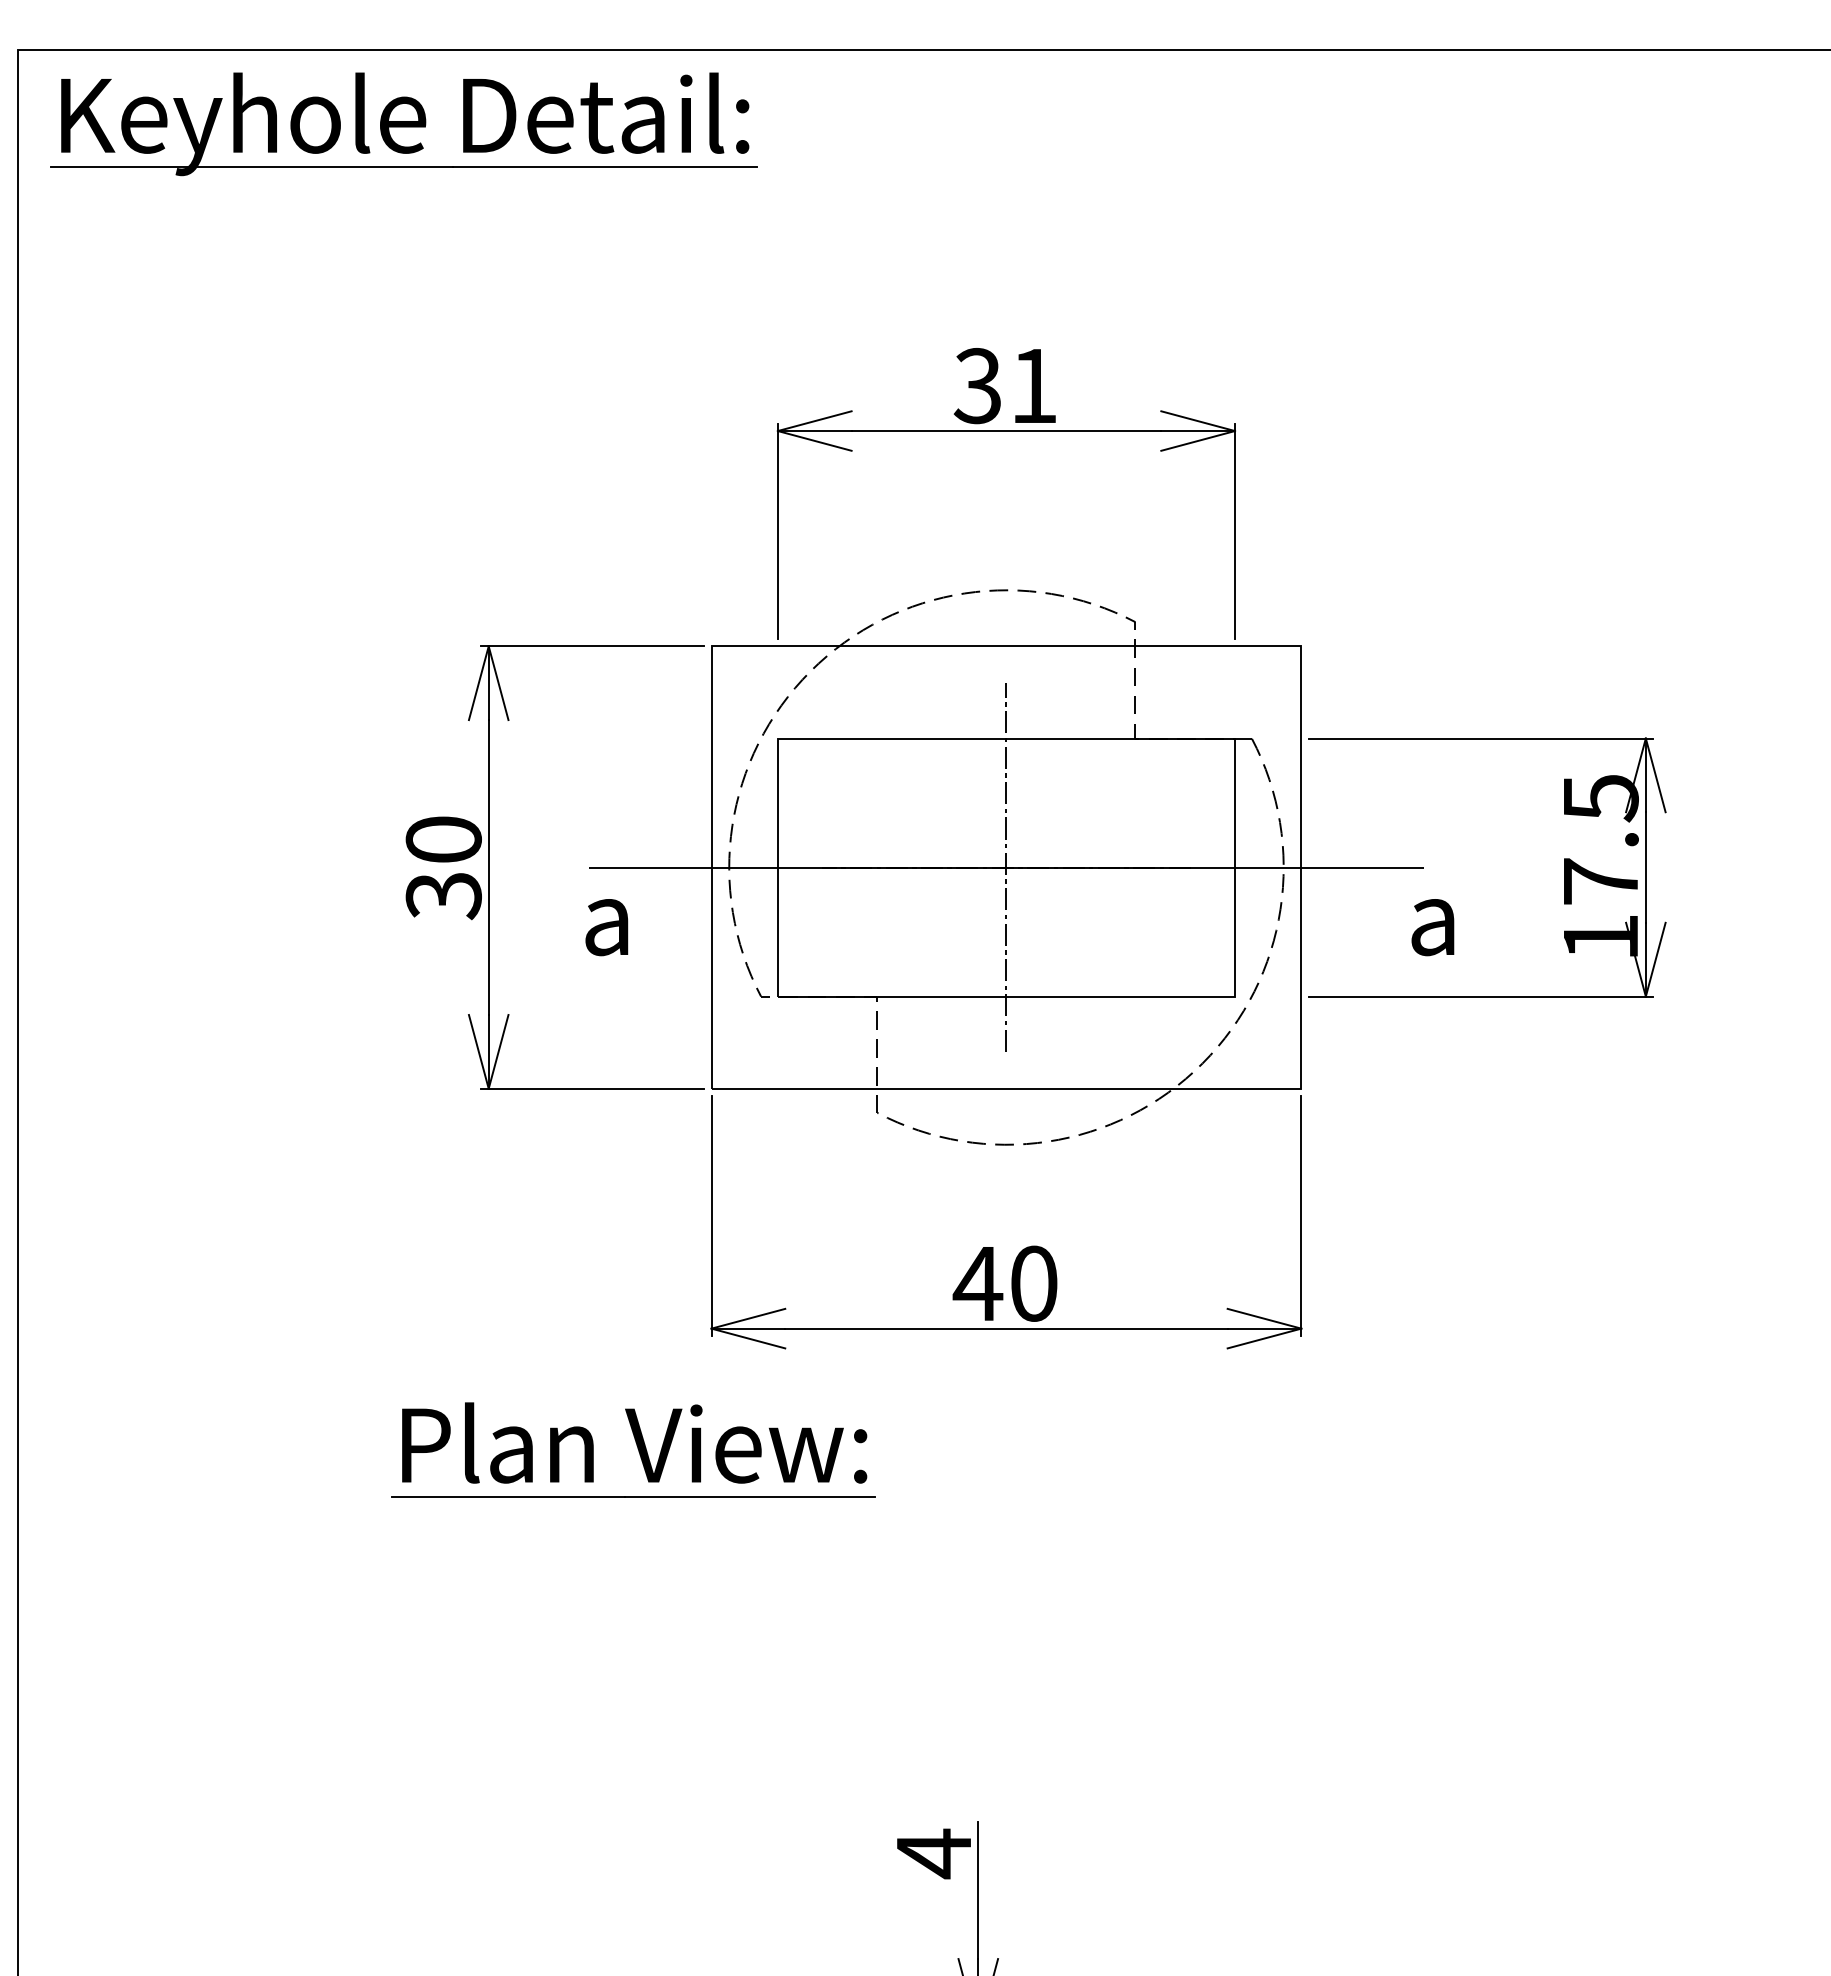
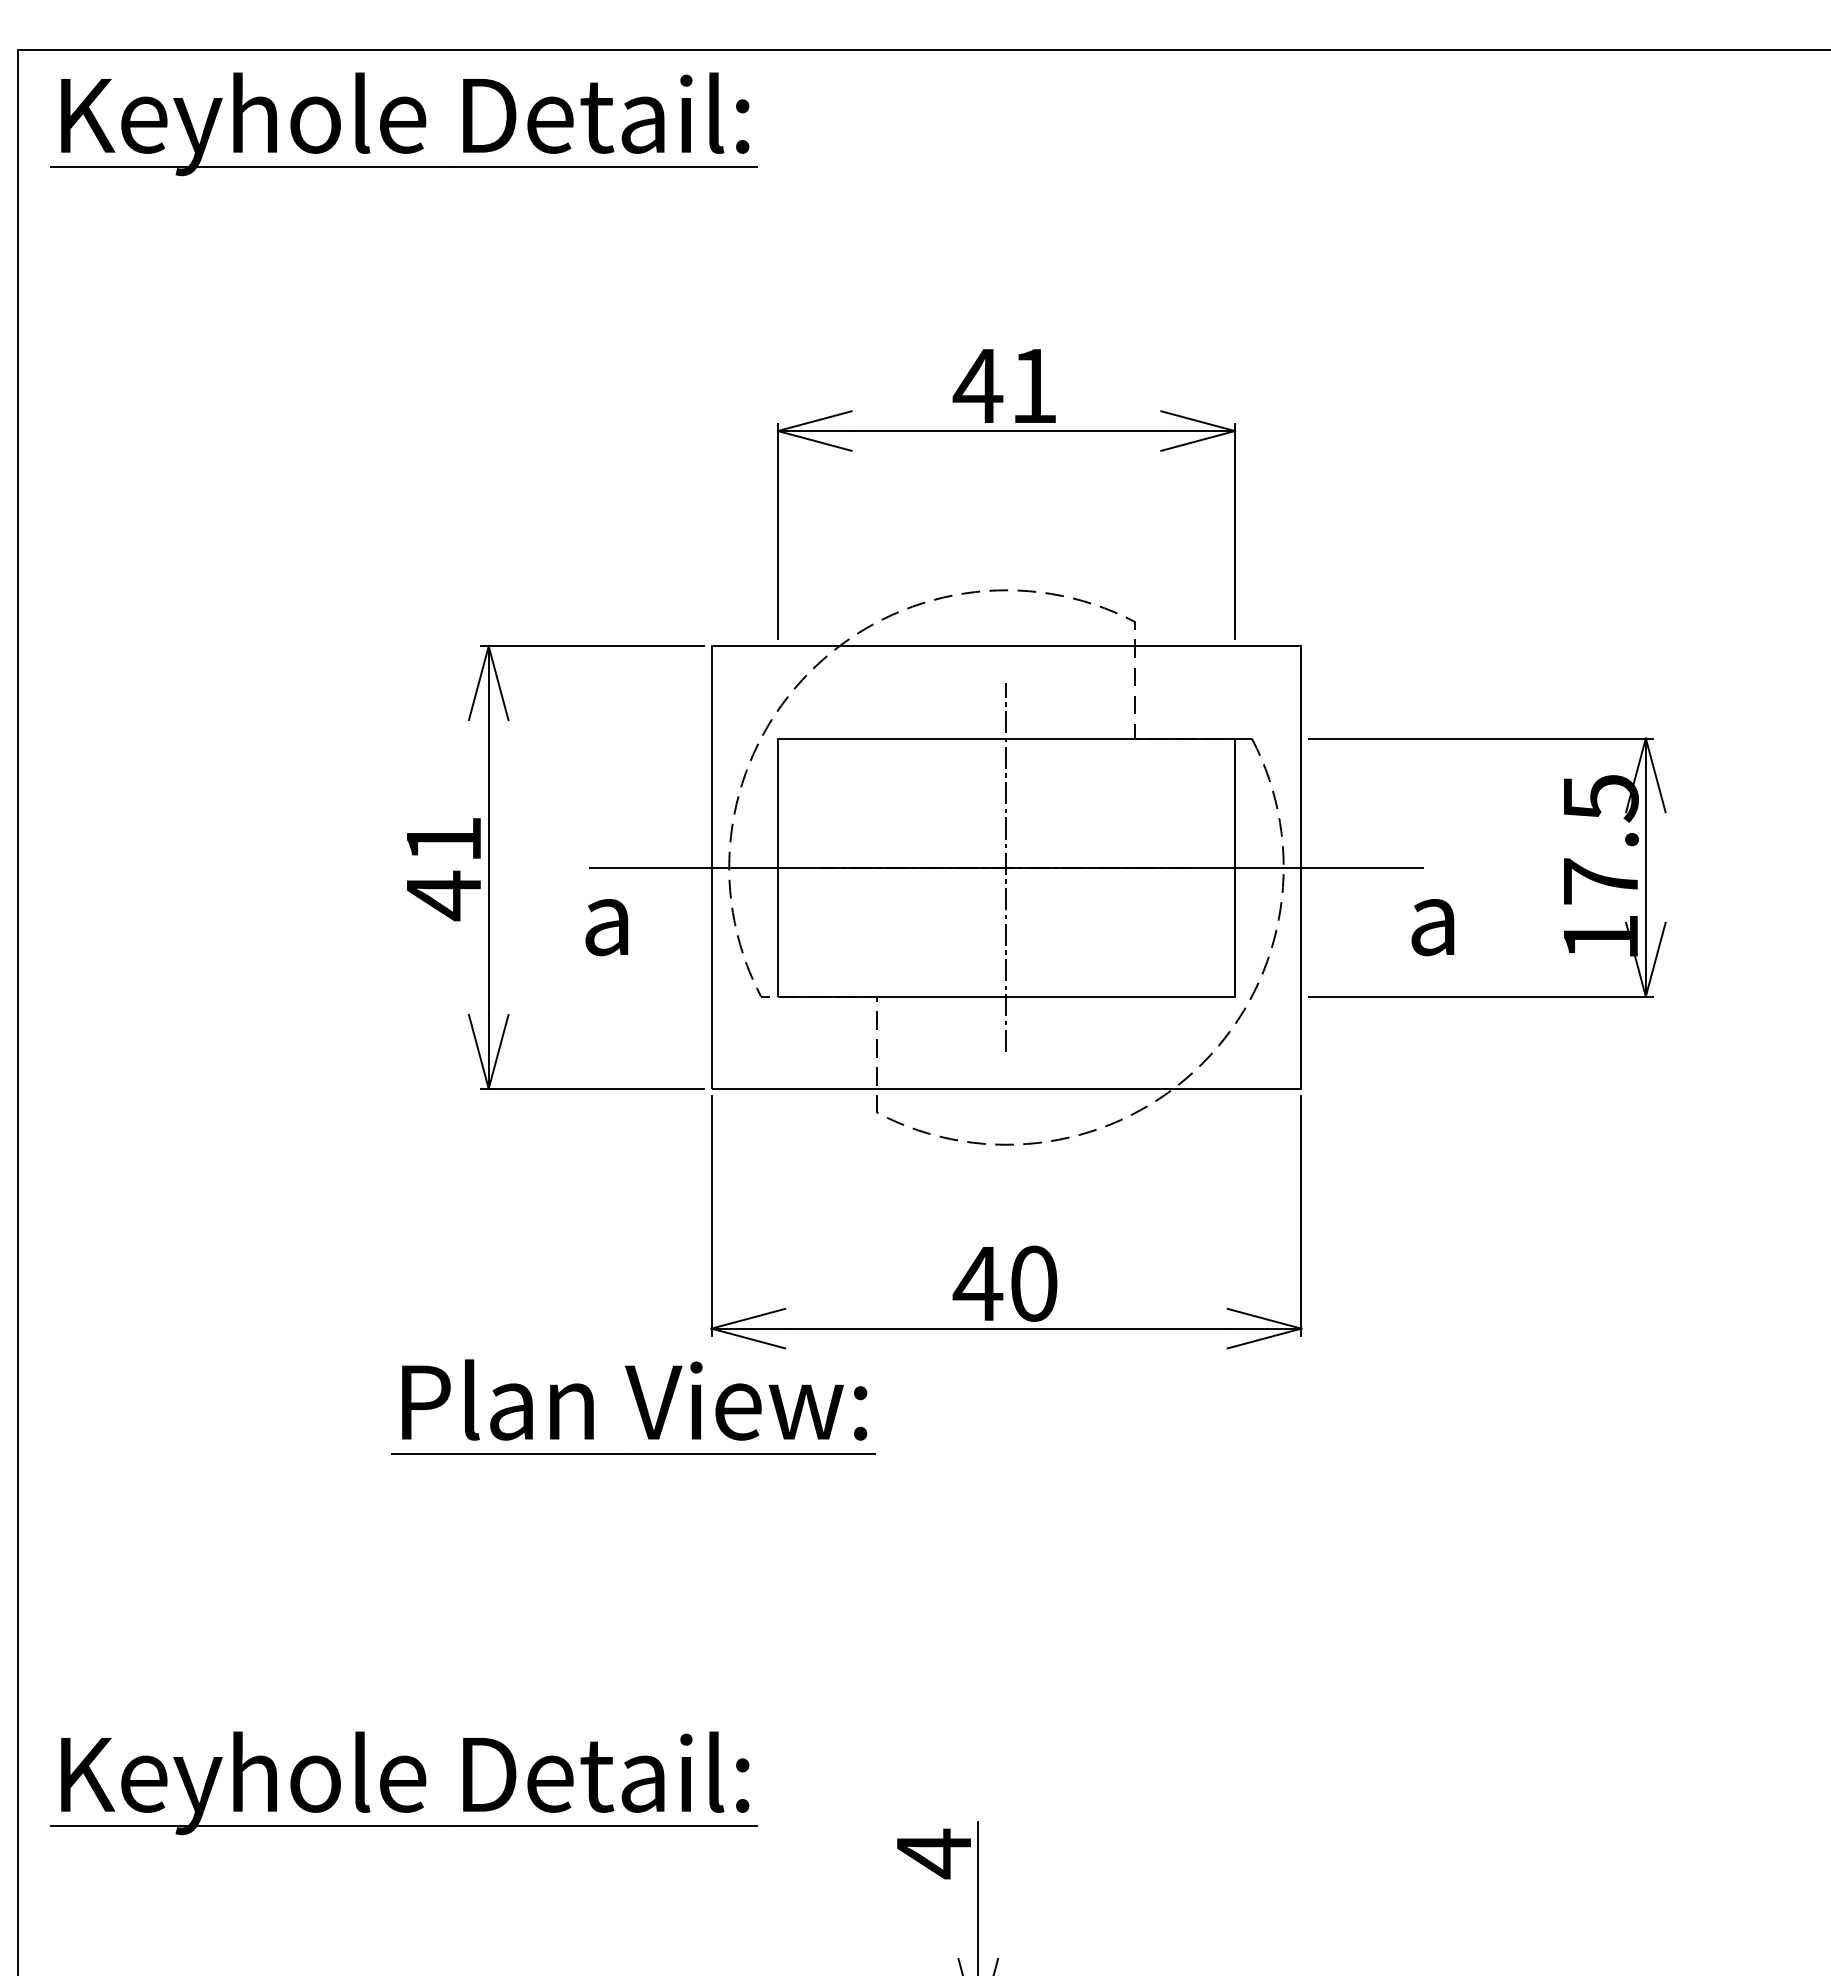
text at (977, 386): 31 -> 41
text at (443, 868): 30 -> 41
part at (633, 1449) position: (633, 1449) -> (633, 1406)
part at (403, 1783): none -> present
